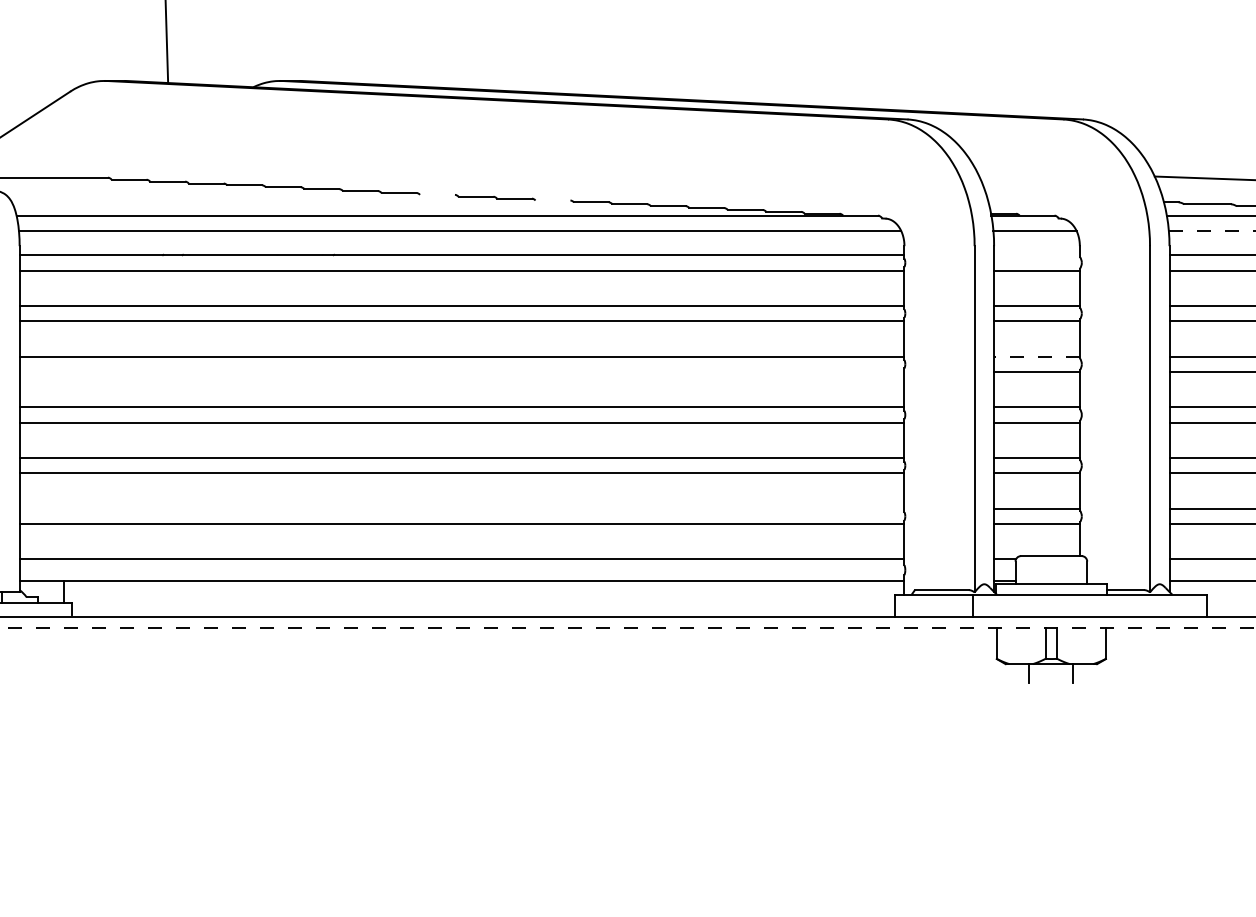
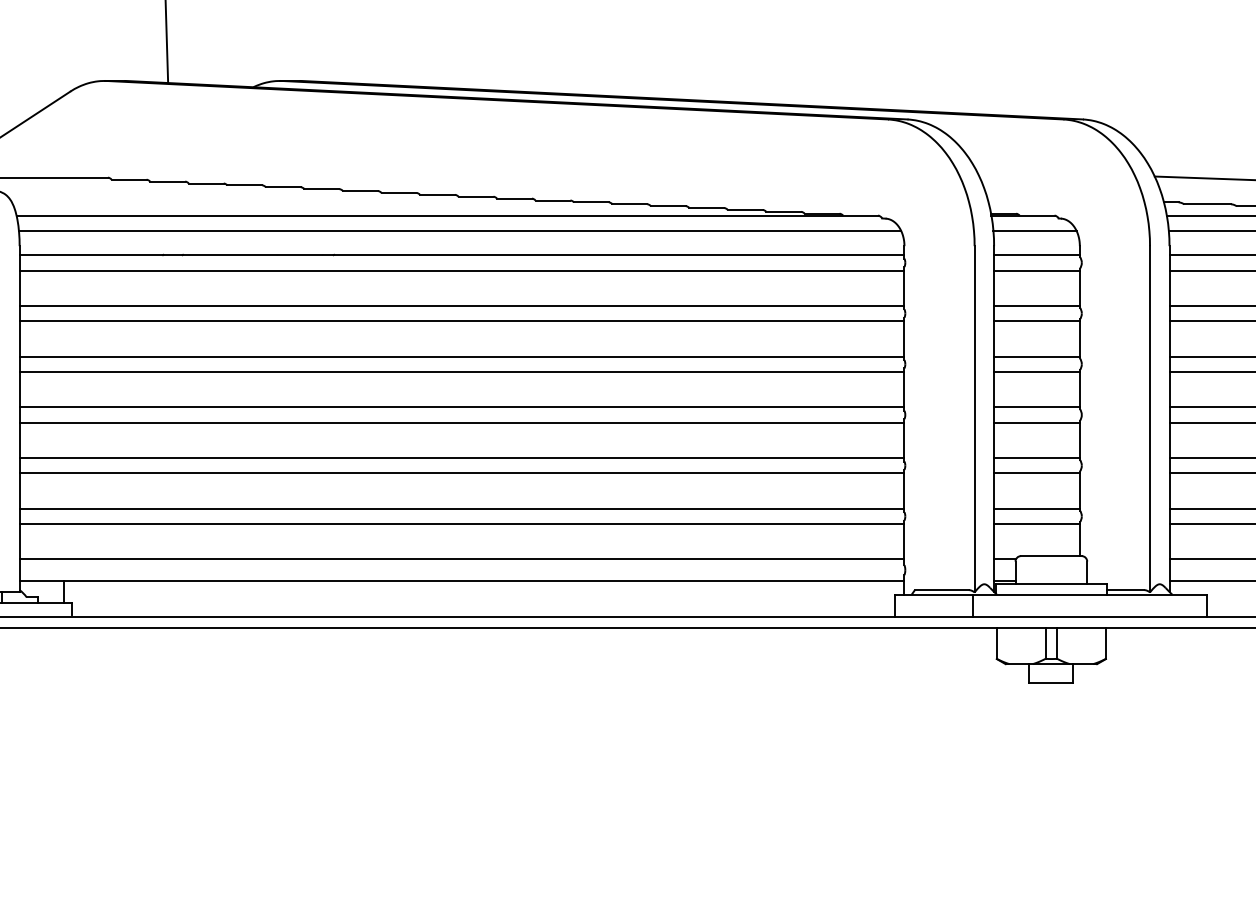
line at (437, 194): none -> present
line at (552, 200): none -> present
line at (1212, 231): dashed -> solid
line at (1036, 255): none -> present
line at (1036, 356): dashed -> solid
line at (461, 371): none -> present
line at (461, 508): none -> present
line at (627, 627): dashed -> solid
line at (1051, 682): none -> present
